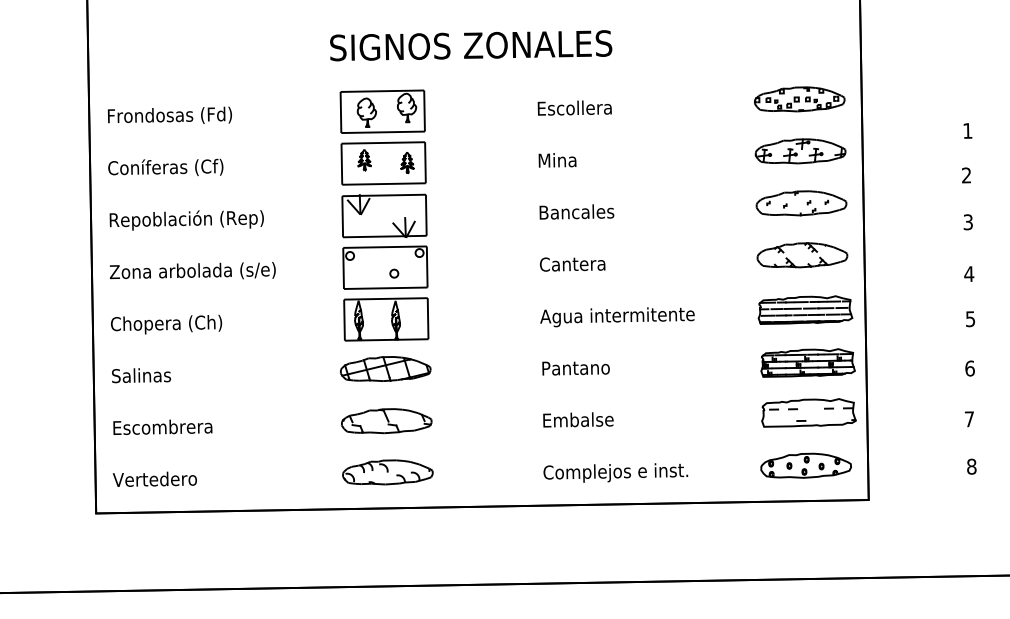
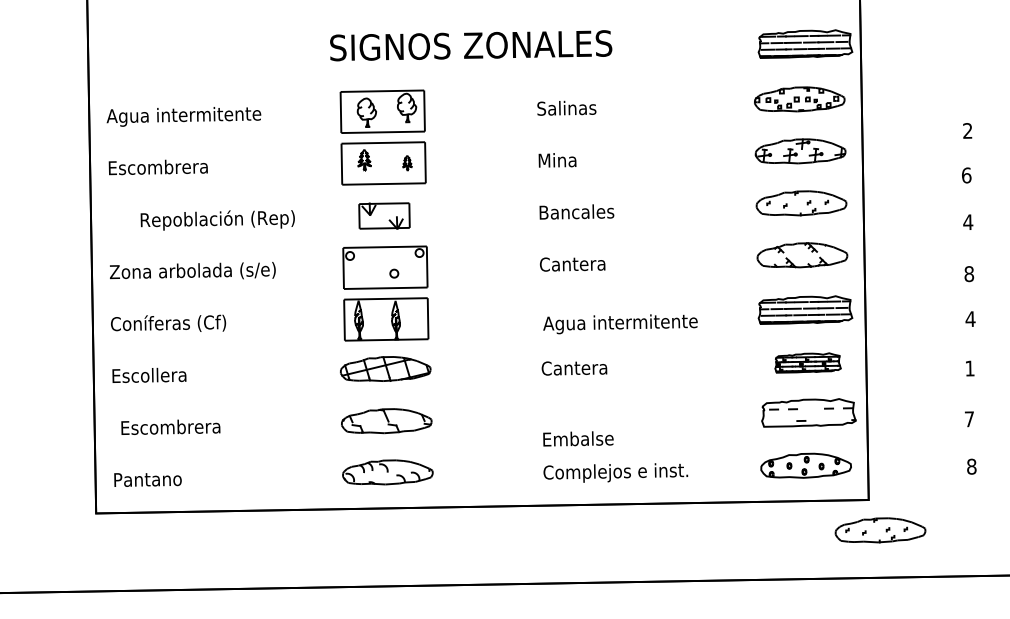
part at (805, 43): none -> present
text at (574, 107): Escollera -> Salinas
text at (183, 116): Frondosas (Fd) -> Agua intermitente
text at (967, 130): 1 -> 2
part at (407, 163) size: 15x23 px -> 11x17 px
text at (165, 167): Coníferas (Cf) -> Escombrera
text at (966, 175): 2 -> 6
part at (384, 215) size: 87x46 px -> 53x28 px
text at (186, 220) position: (186, 220) -> (217, 220)
text at (968, 222): 3 -> 4
text at (969, 274): 4 -> 8
text at (617, 317) position: (617, 317) -> (620, 324)
text at (970, 319): 5 -> 4
text at (174, 324): Chopera (Ch) -> Coníferas (Cf)
part at (807, 362) size: 96x30 px -> 68x22 px
text at (575, 368): Pantano -> Cantera
text at (969, 368): 6 -> 1
text at (149, 375): Salinas -> Escollera
text at (578, 419) position: (578, 419) -> (578, 438)
text at (162, 426) position: (162, 426) -> (170, 426)
text at (154, 478): Vertedero -> Pantano
part at (880, 530): none -> present
